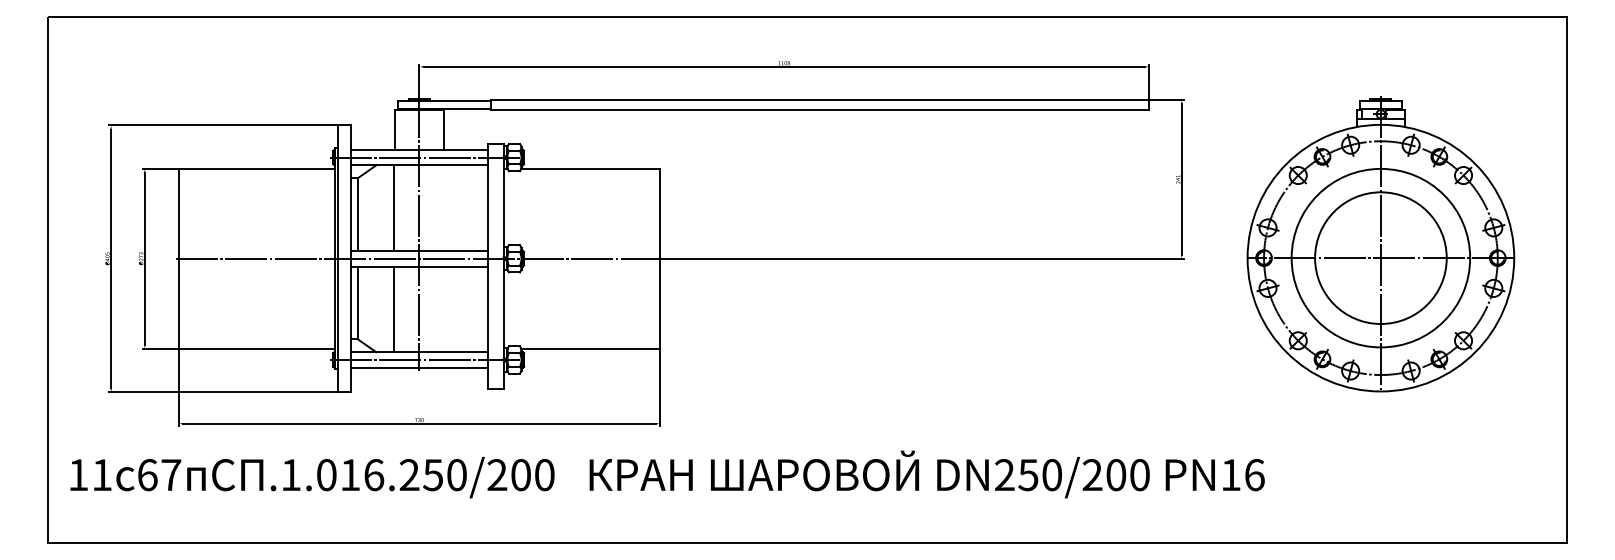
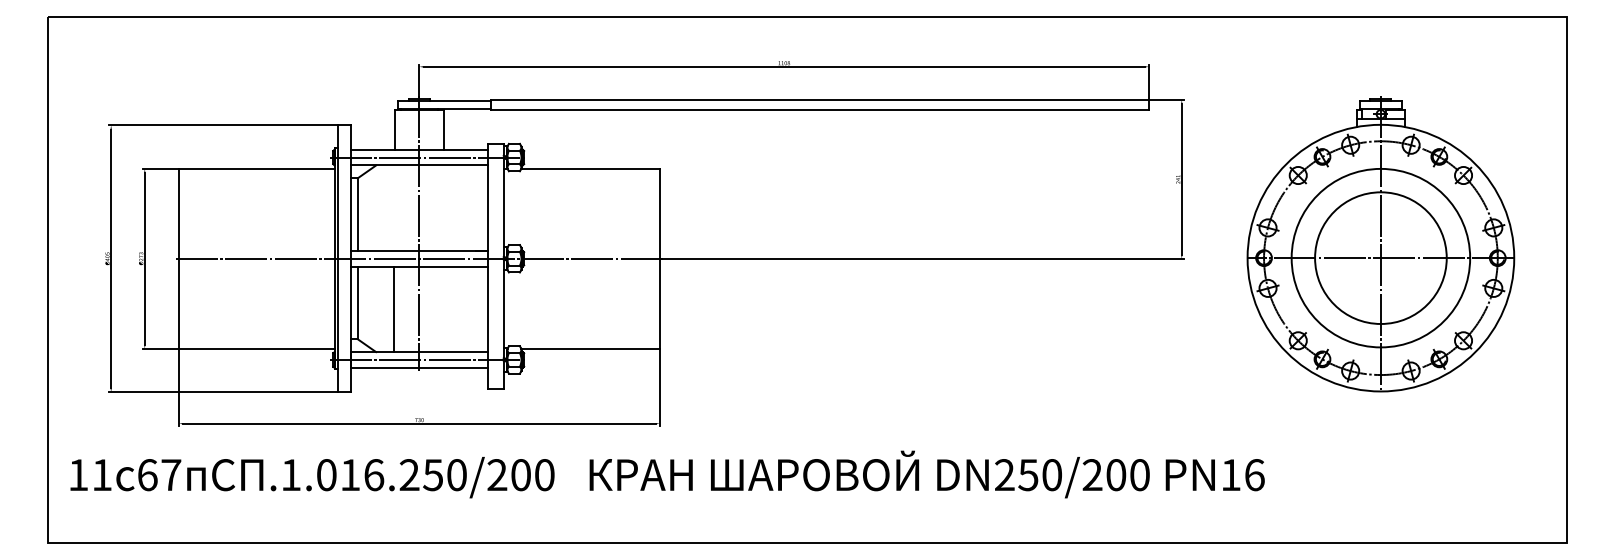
line at (394, 207): present -> none
